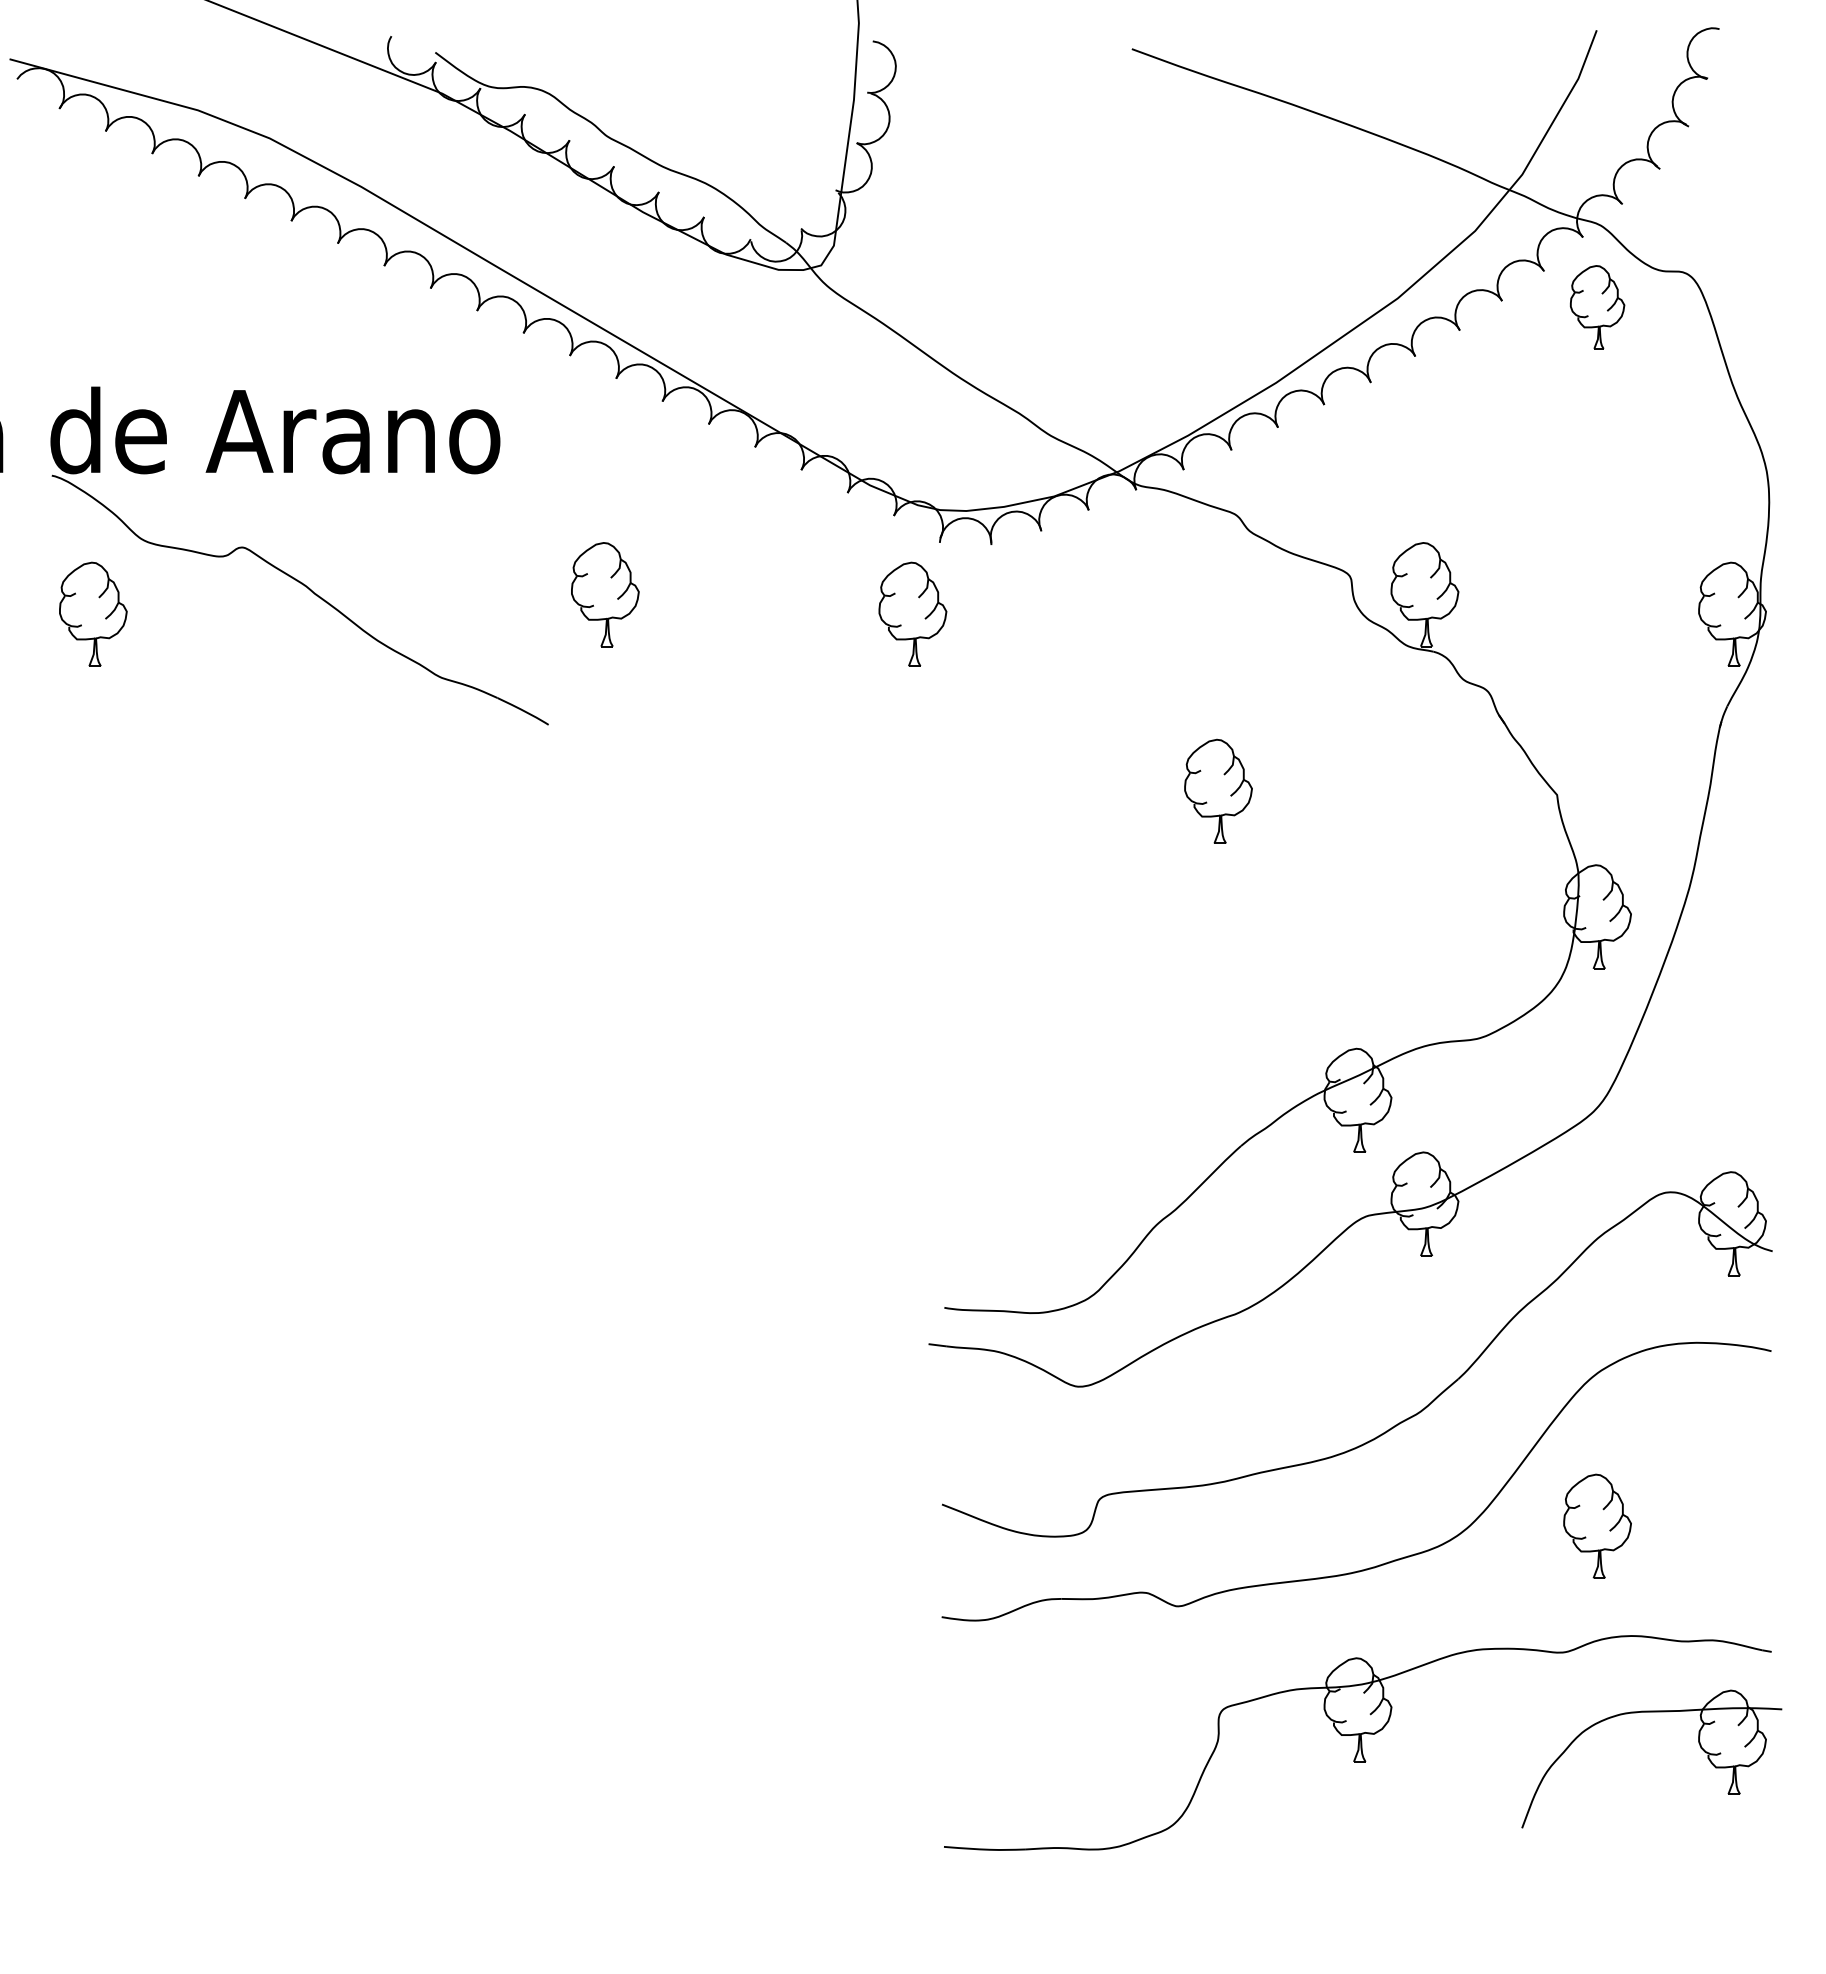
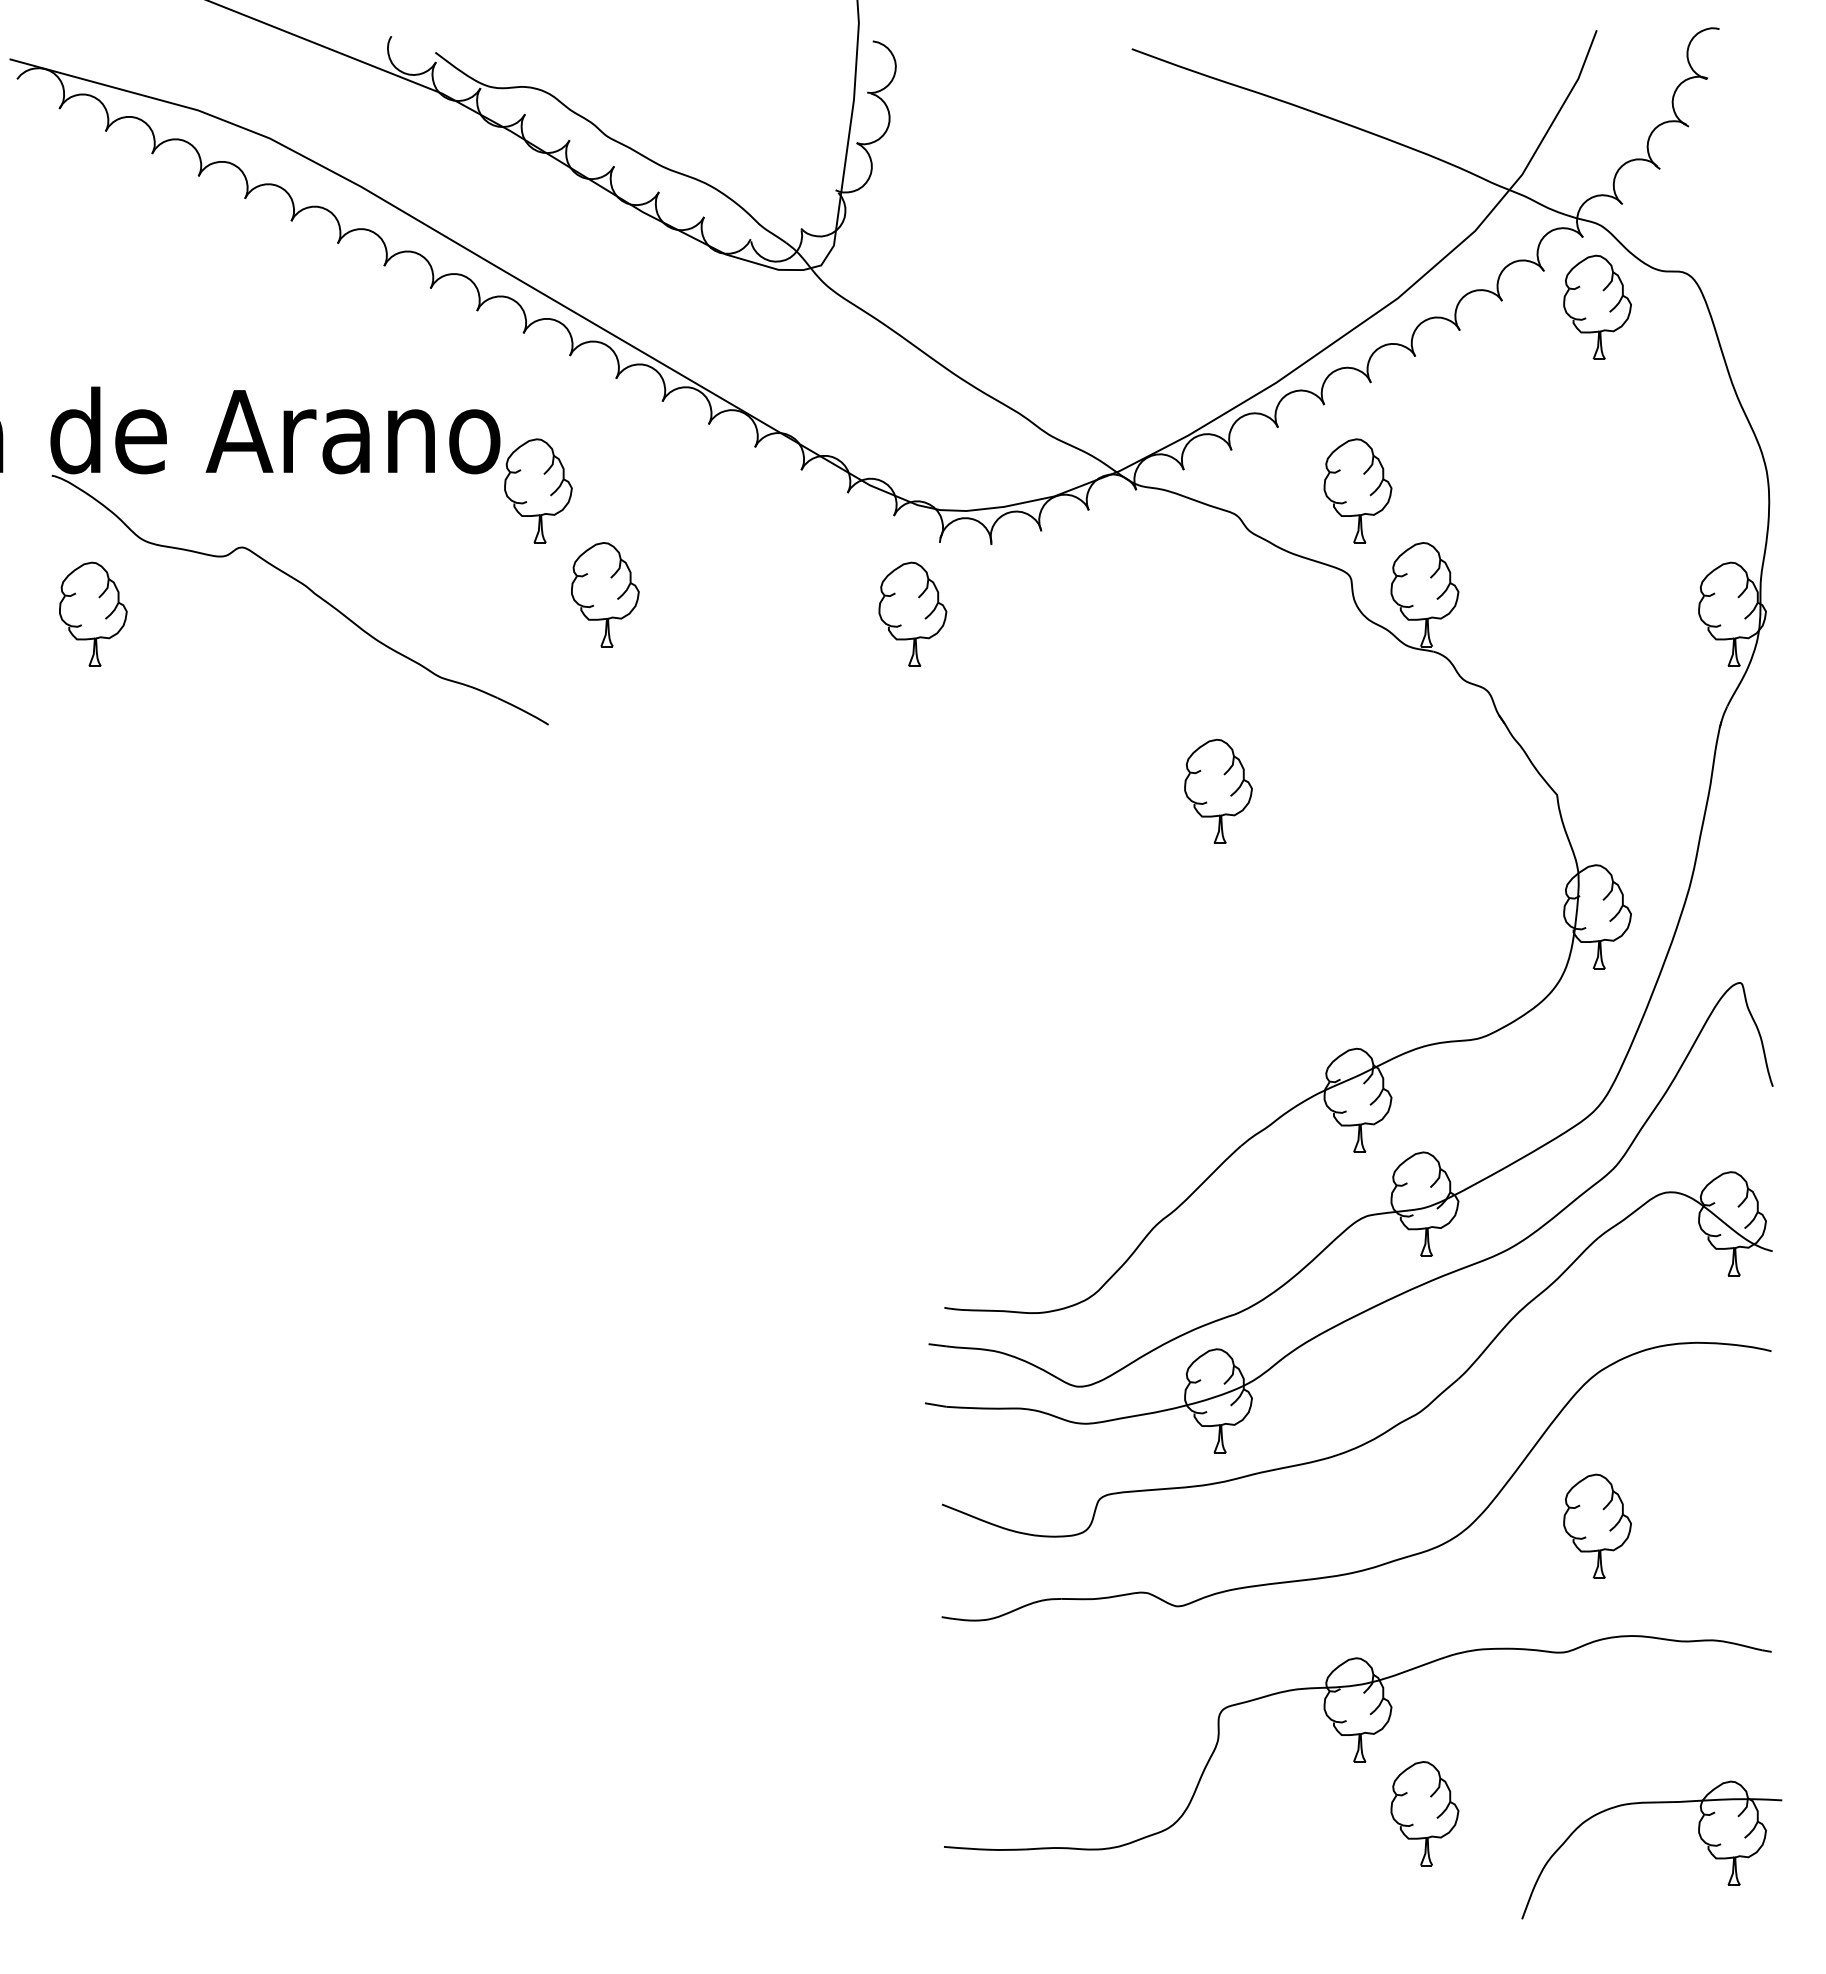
part at (1597, 307) size: 56x85 px -> 69x106 px
part at (538, 490): none -> present
part at (1357, 490): none -> present
part at (1384, 1300): none -> present
part at (1651, 1712) position: (1651, 1712) -> (1651, 1803)
part at (1424, 1813): none -> present
